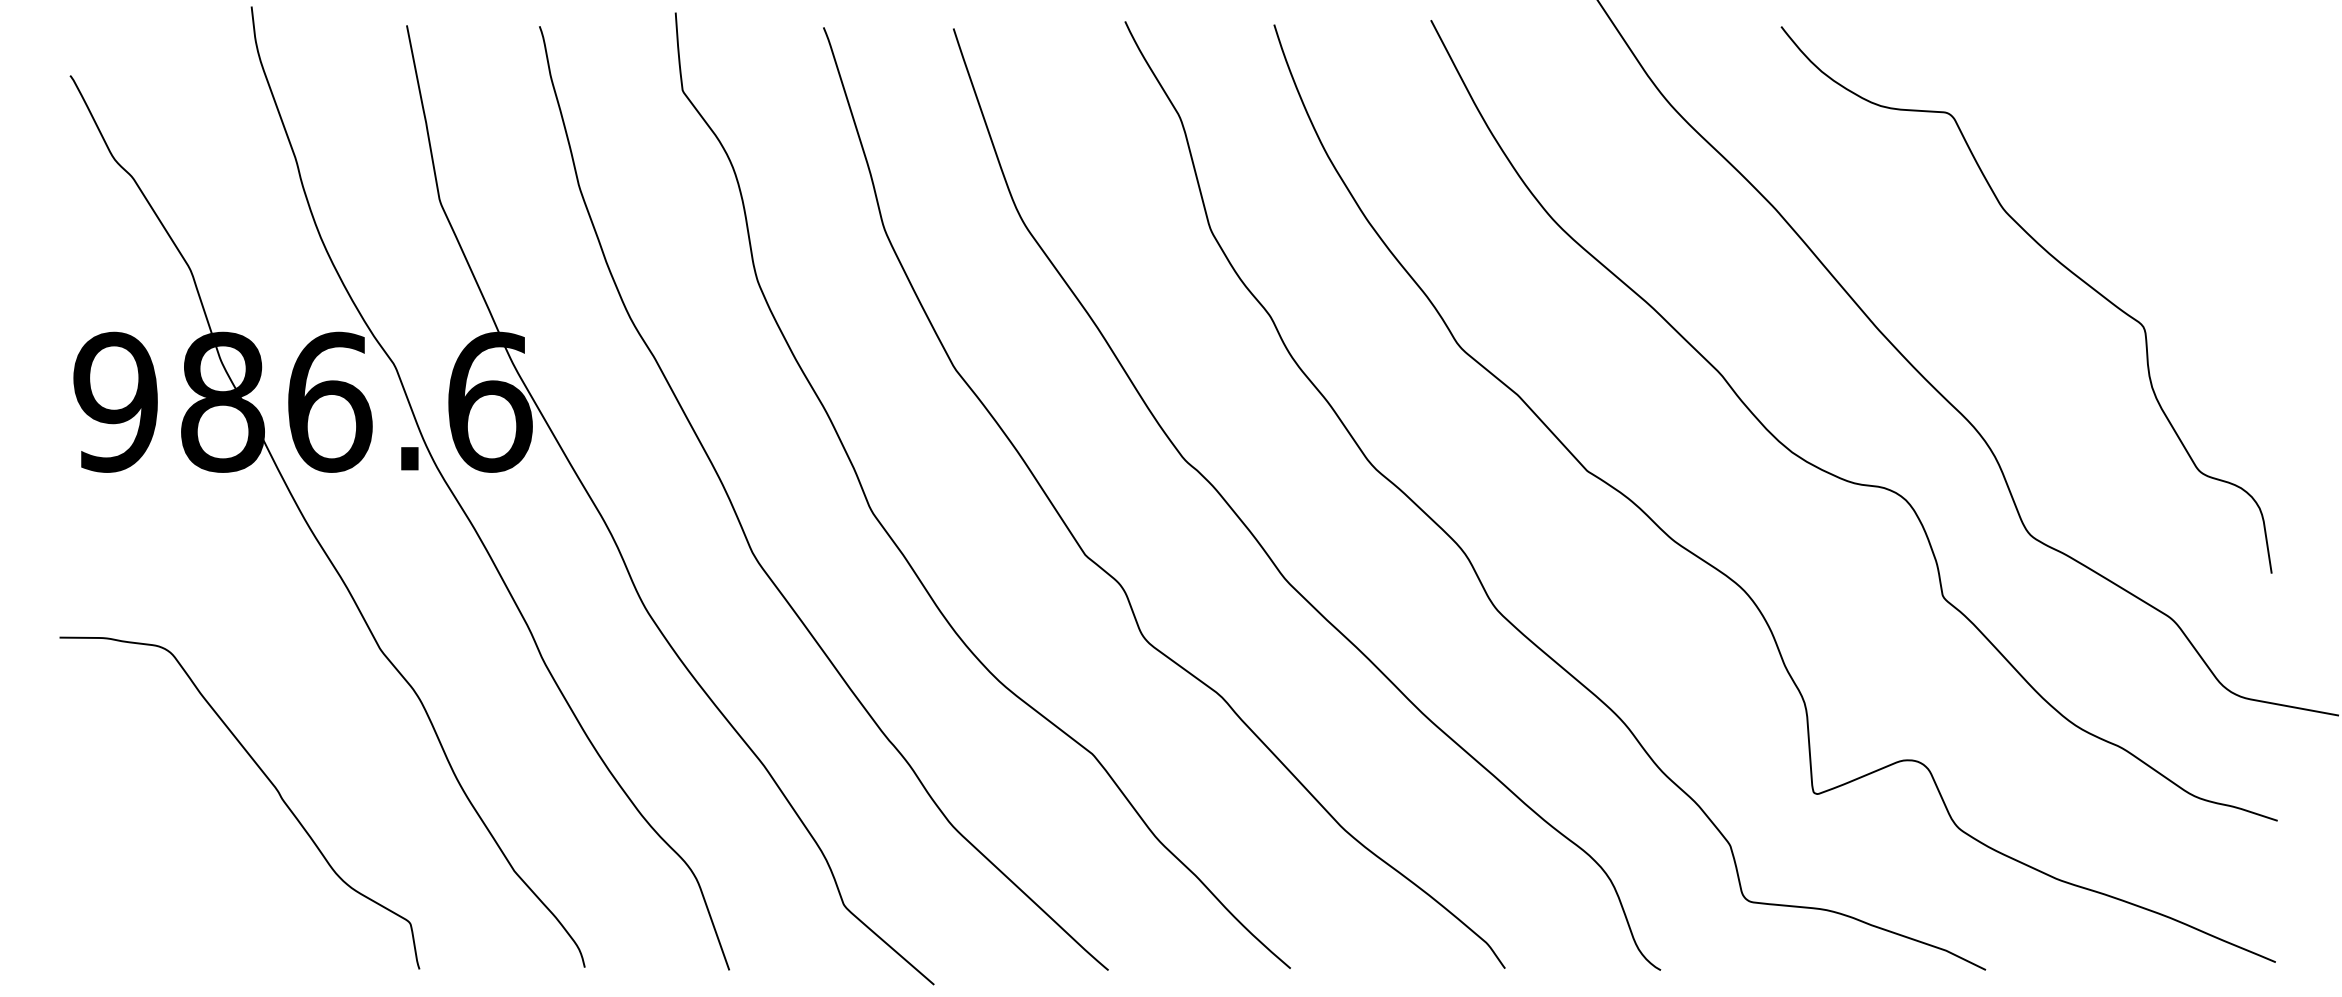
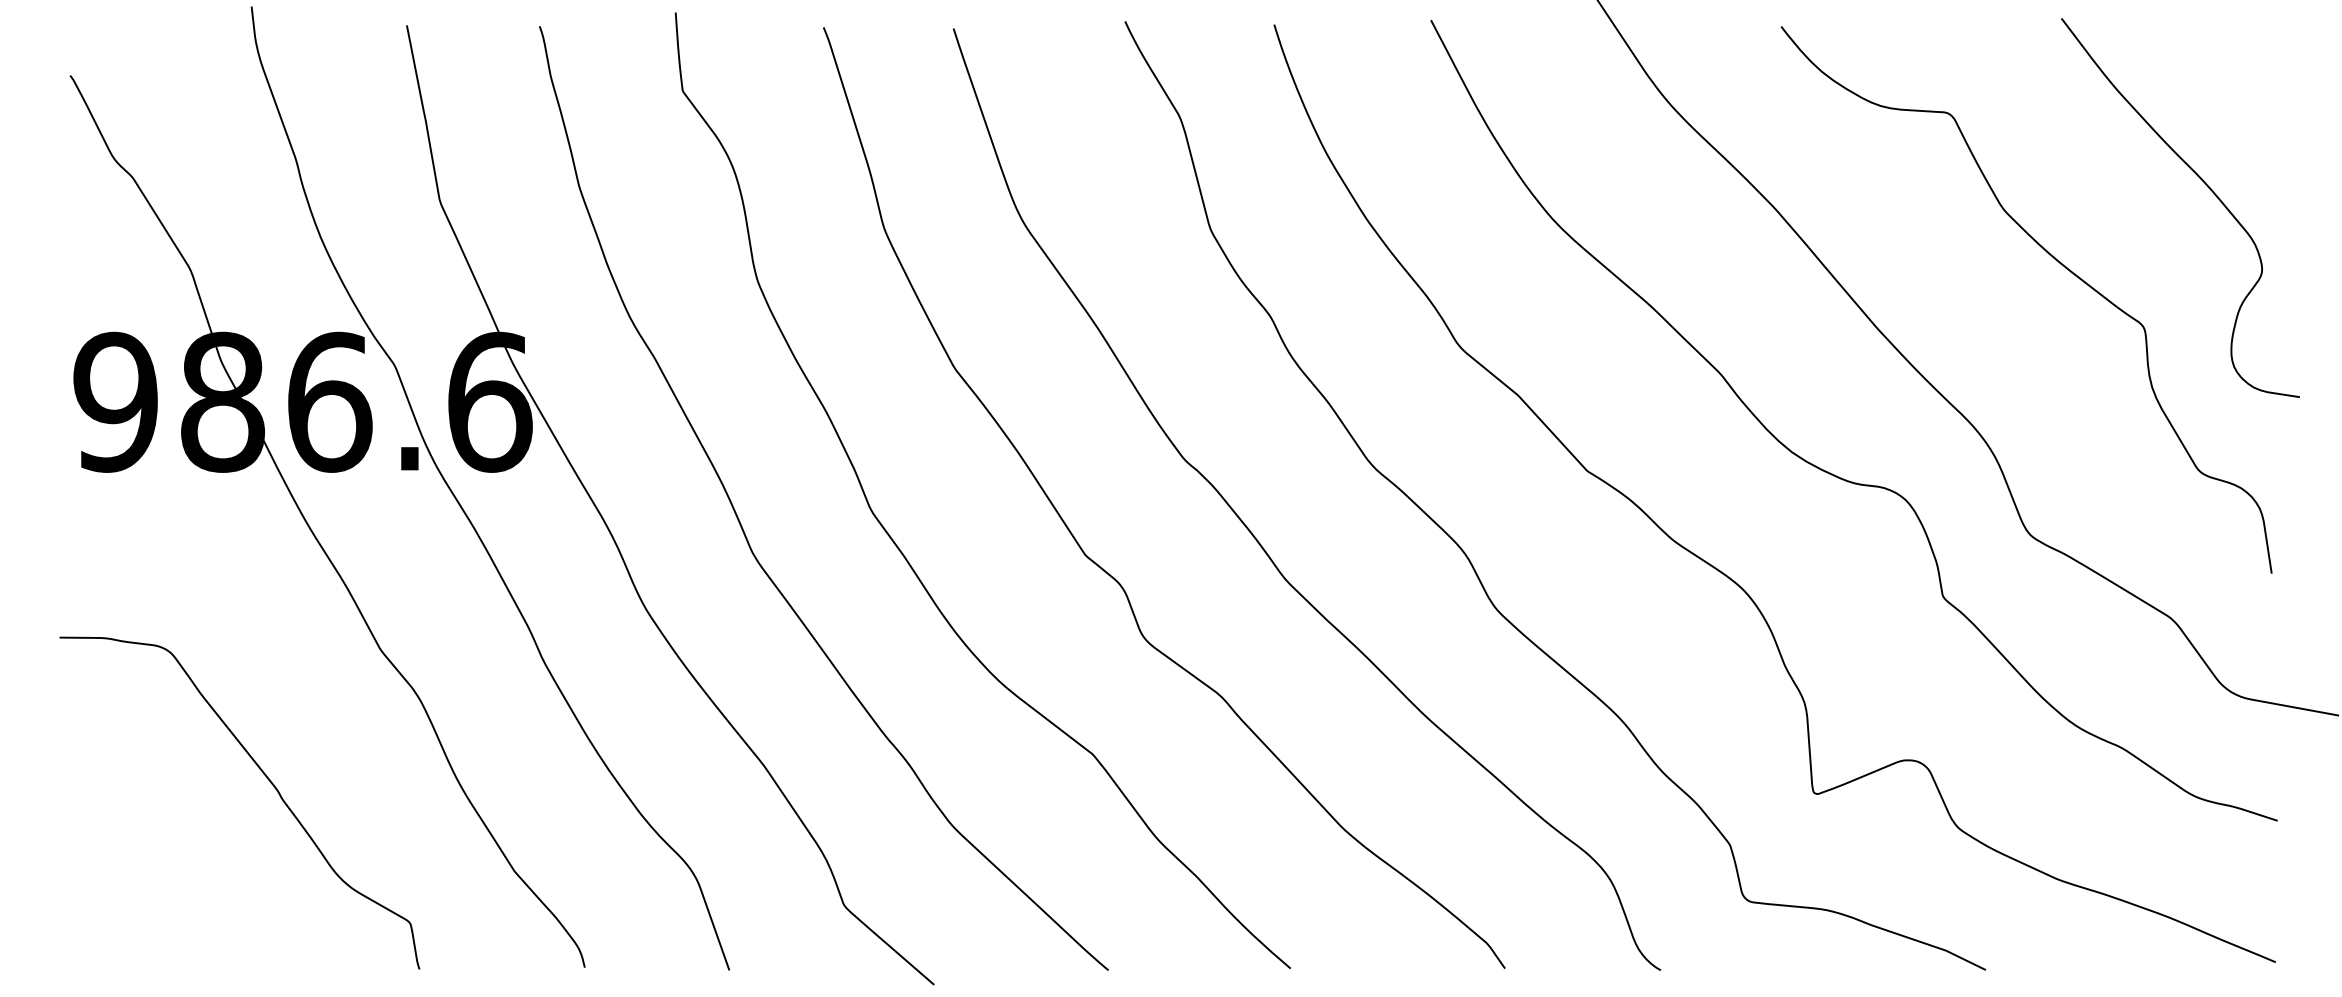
curve at (2206, 186): none -> present
